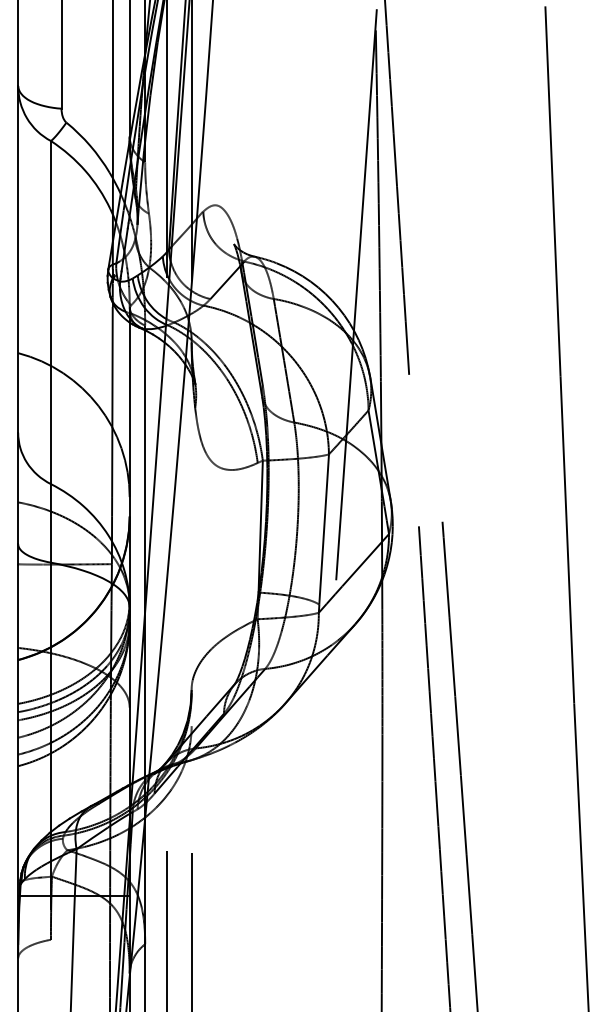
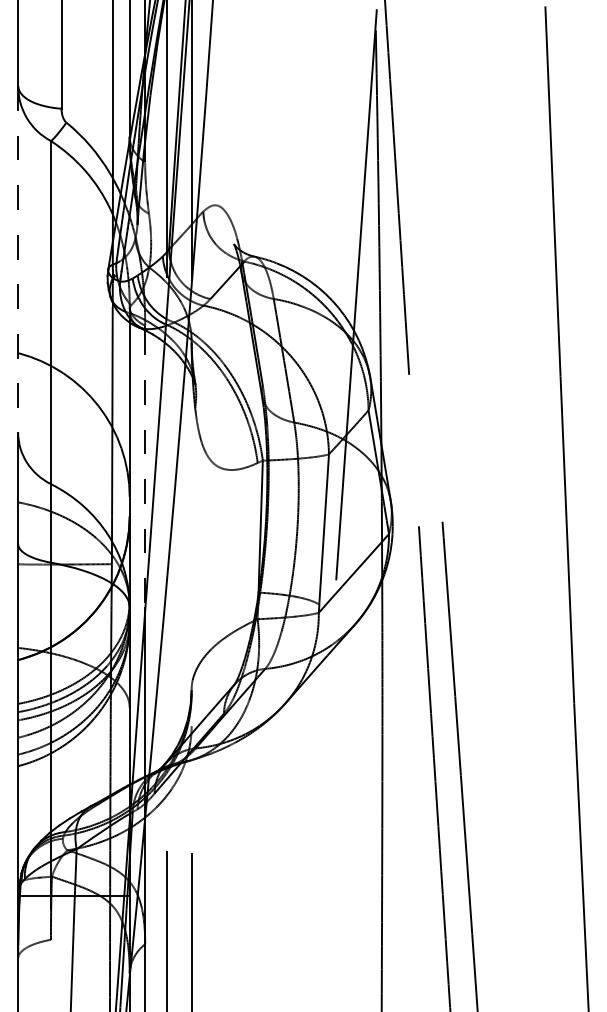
line at (18, 259): solid -> dashed
line at (145, 469): solid -> dashed
